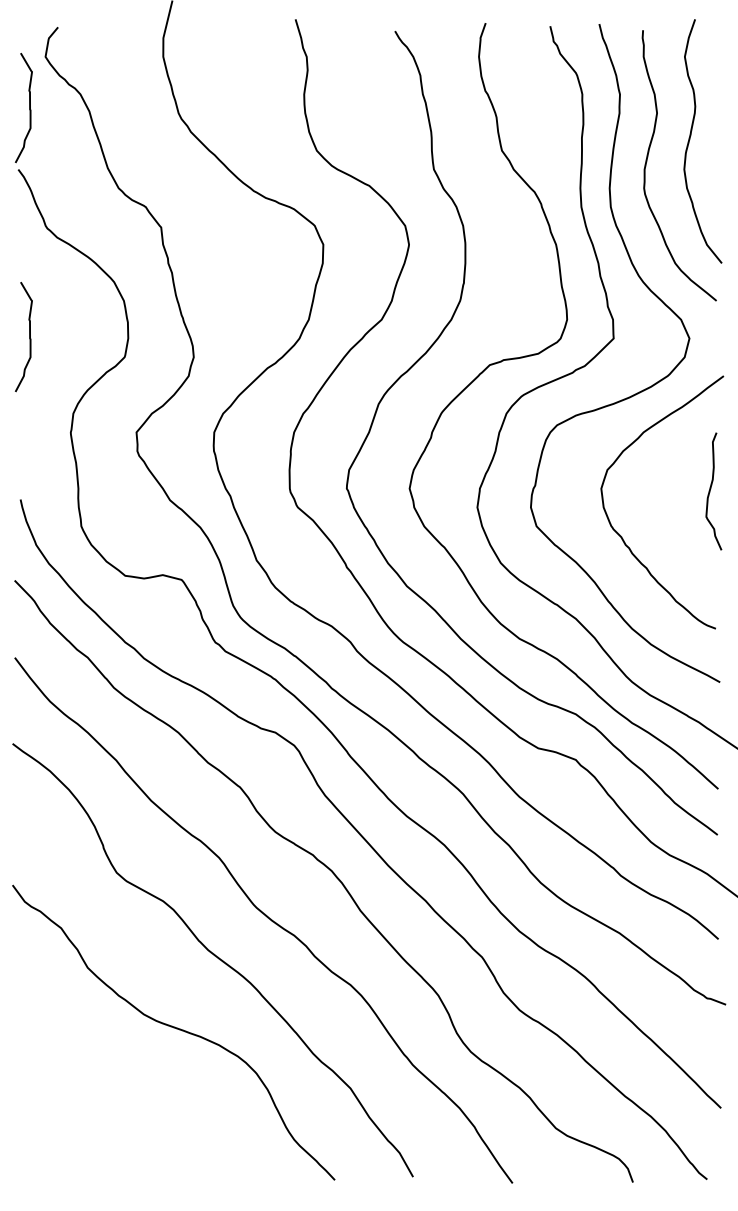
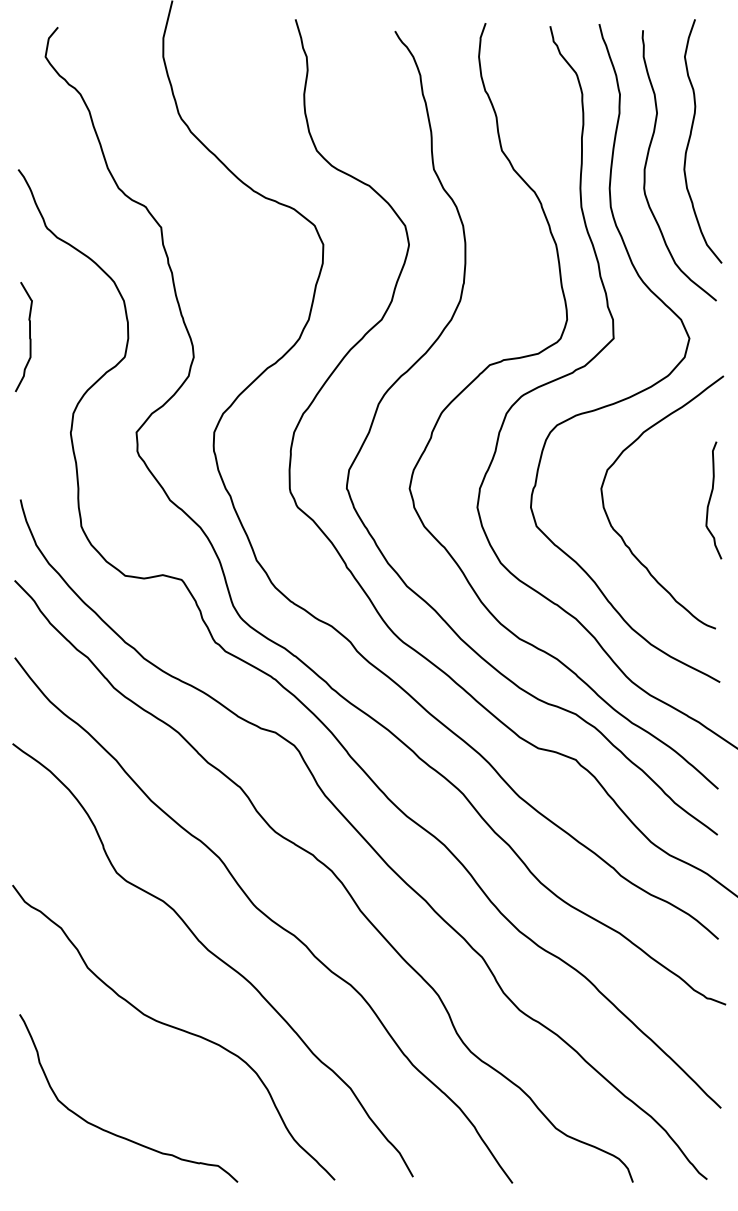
curve at (29, 108): present -> none
curve at (710, 491) position: (710, 491) -> (710, 500)
curve at (112, 1132): none -> present
